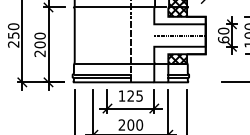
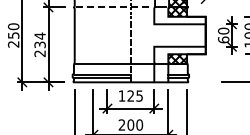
line at (114, 7): solid -> dashed
line at (179, 35): present -> none
text at (39, 40): 200 -> 234
